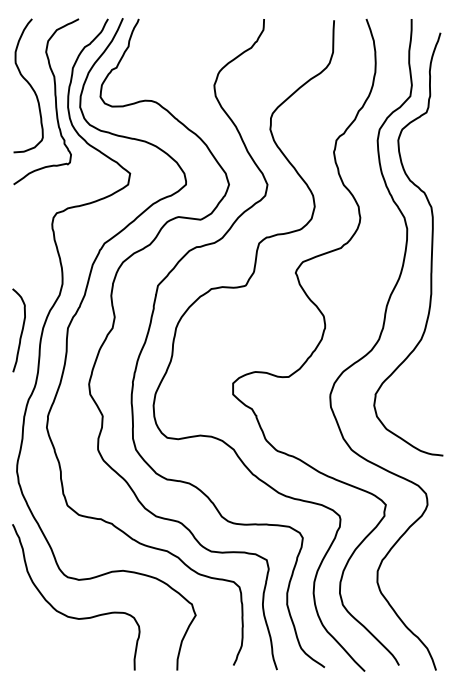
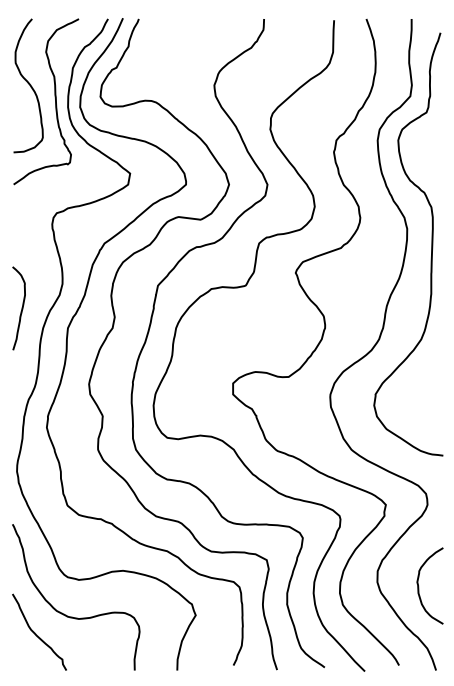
curve at (21, 330) position: (21, 330) -> (21, 308)
curve at (419, 586): none -> present
curve at (36, 633): none -> present
